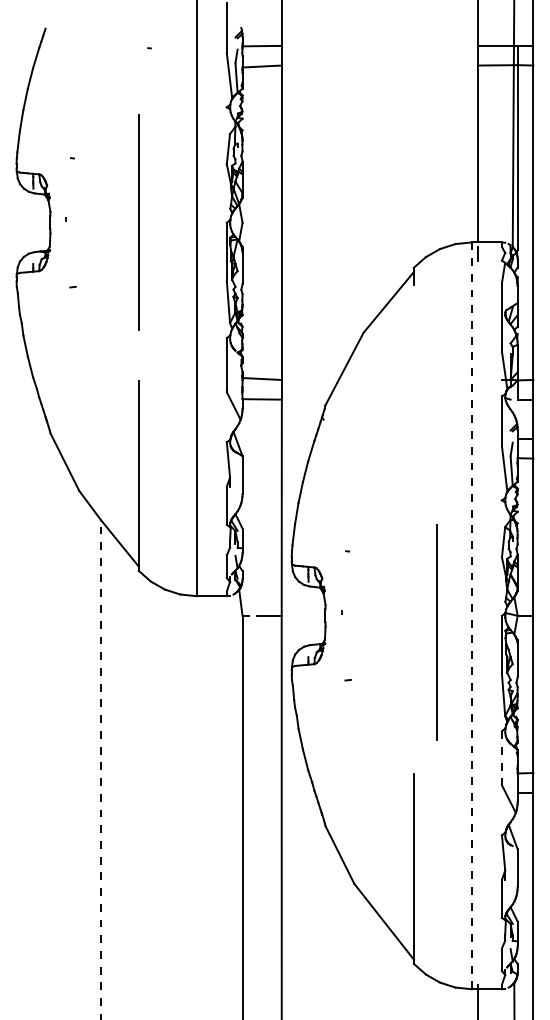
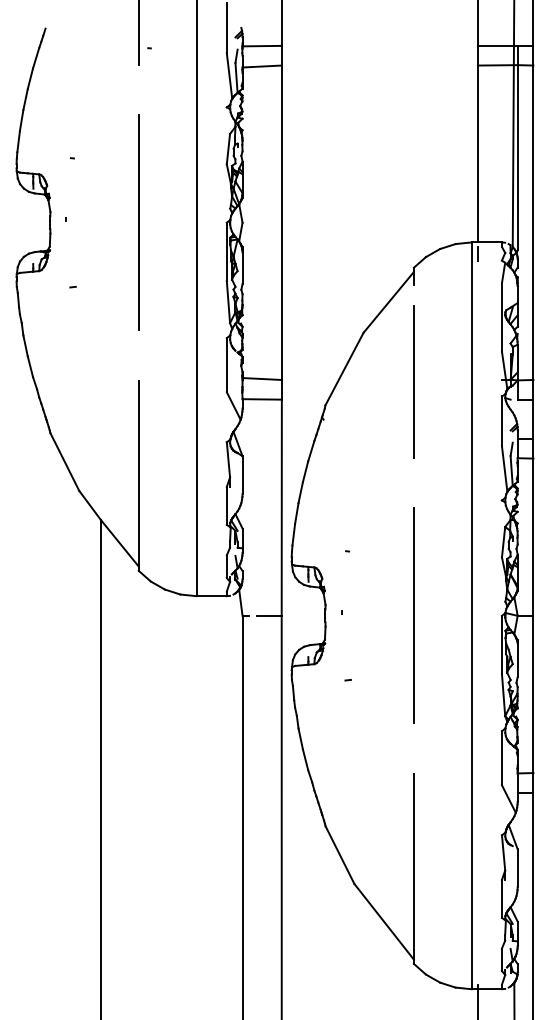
line at (138, 33): none -> present
line at (413, 381): none -> present
line at (471, 615): dashed -> solid
line at (436, 632) position: (436, 632) -> (413, 615)
line at (501, 758): dashed -> solid
line at (100, 770): dashed -> solid
